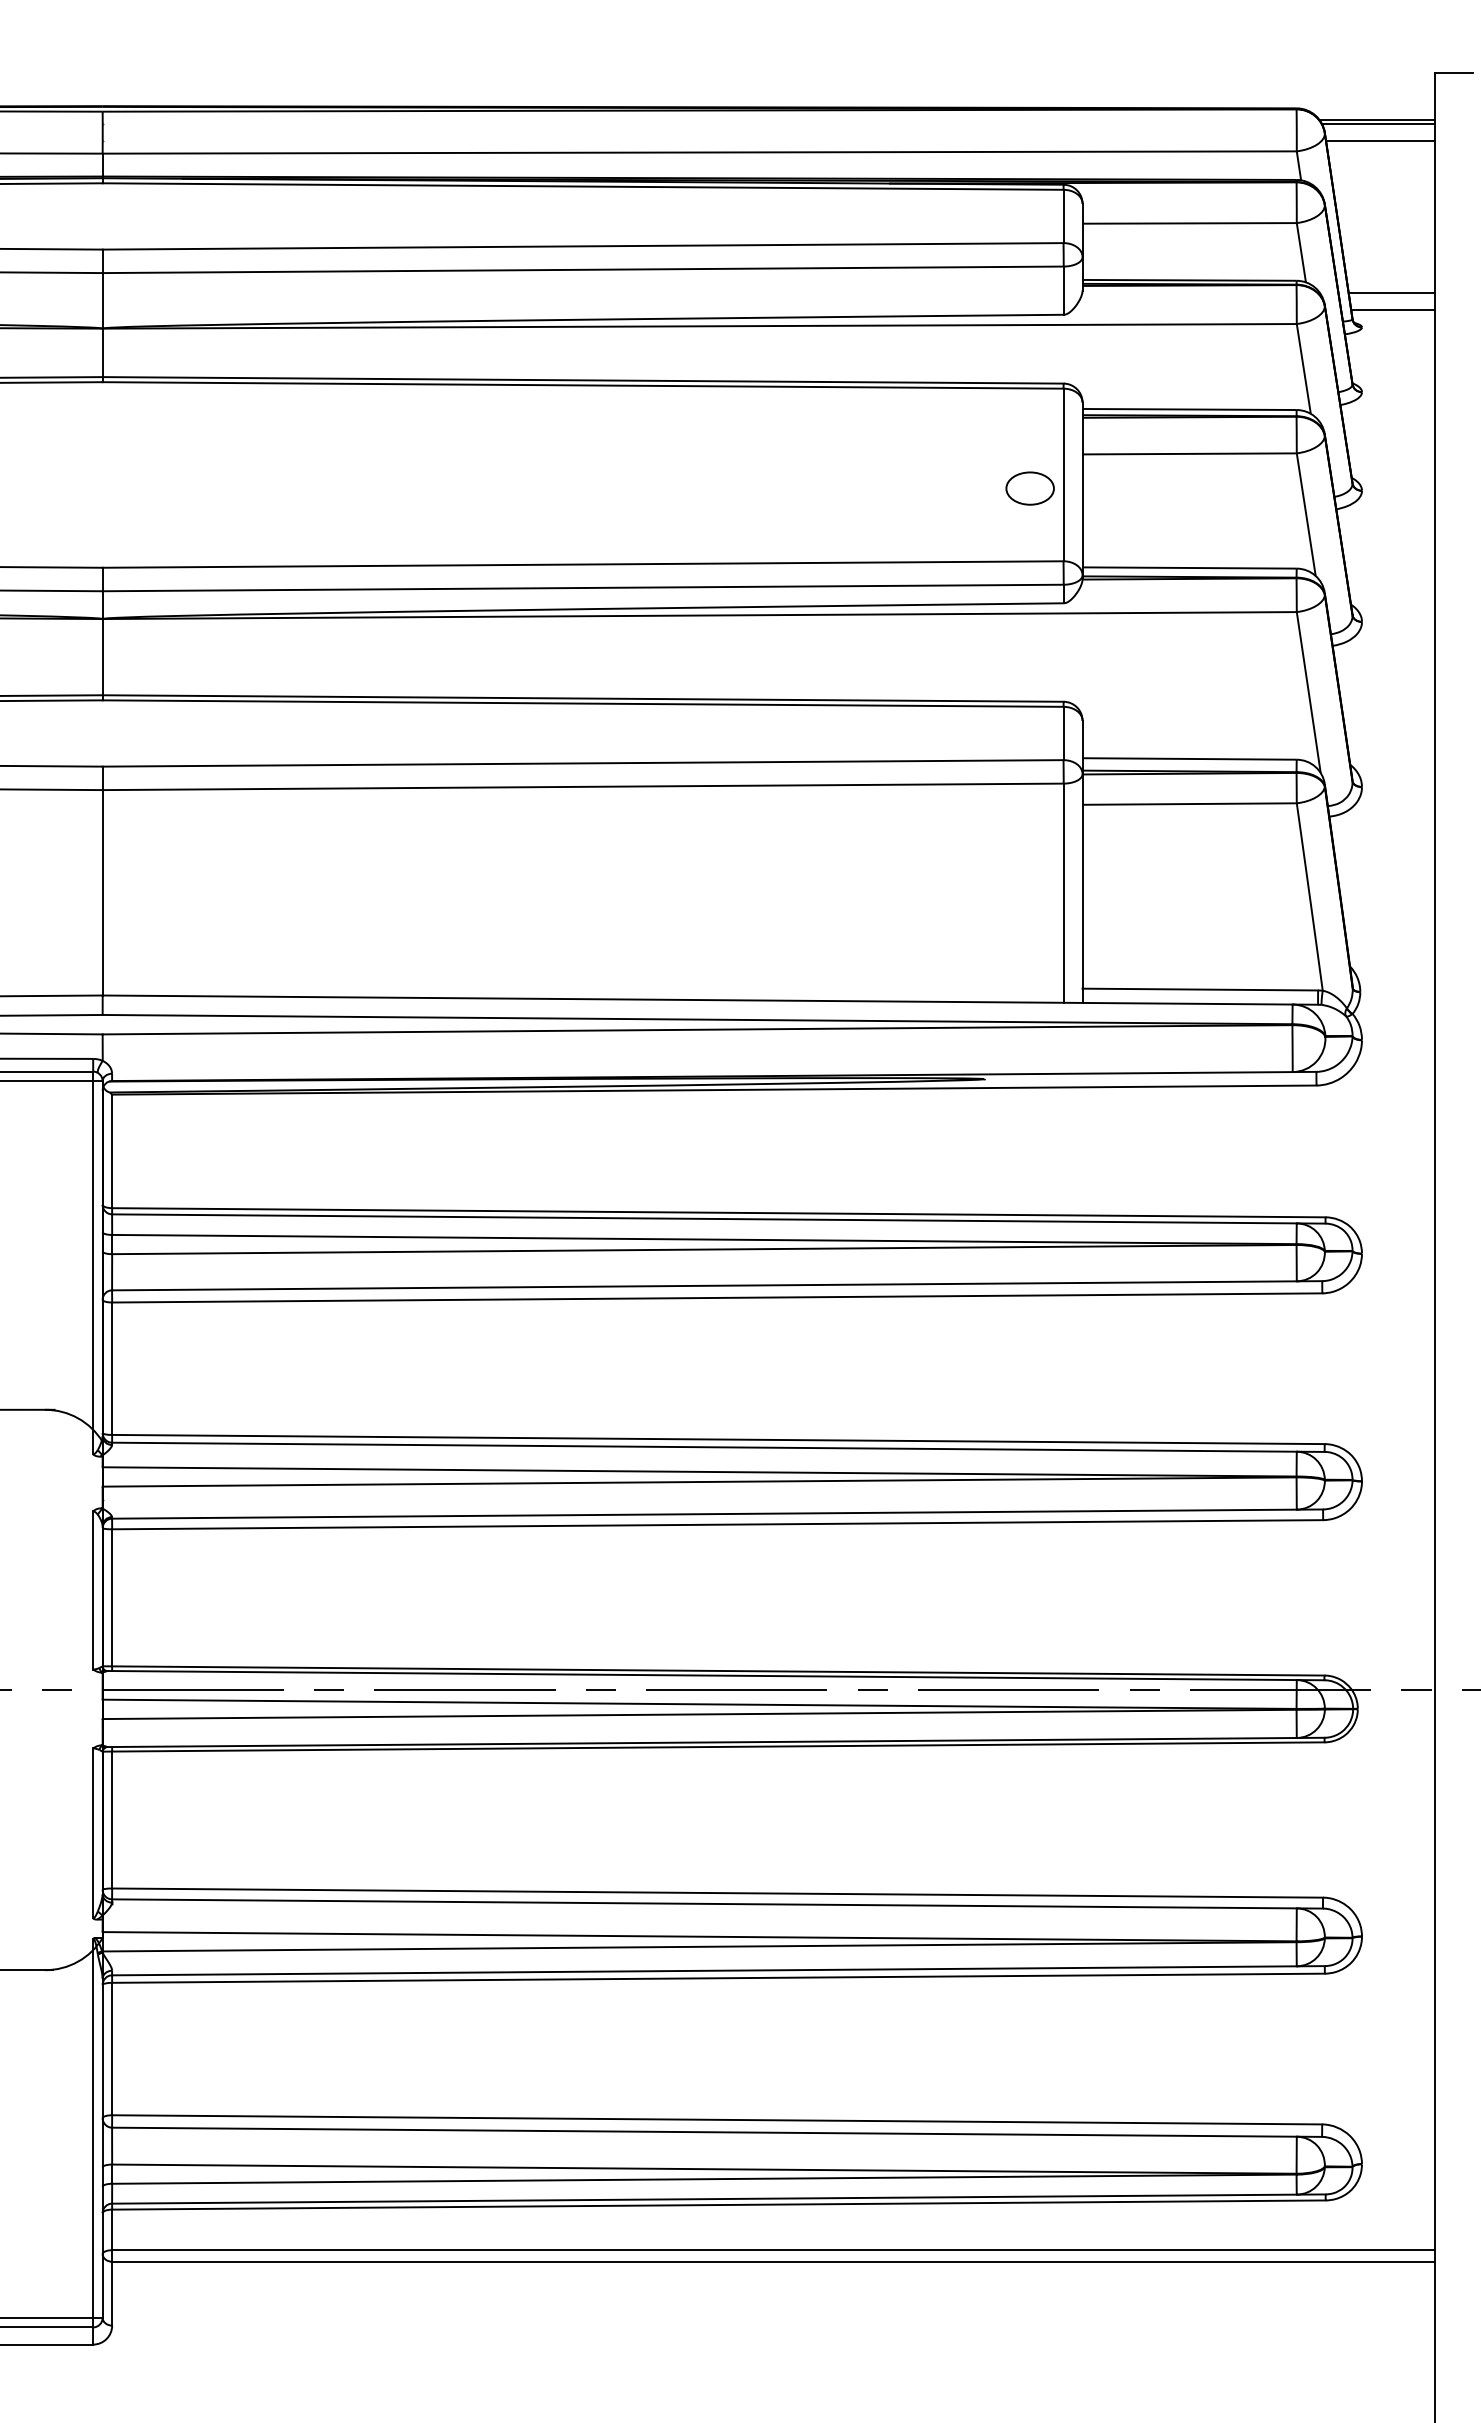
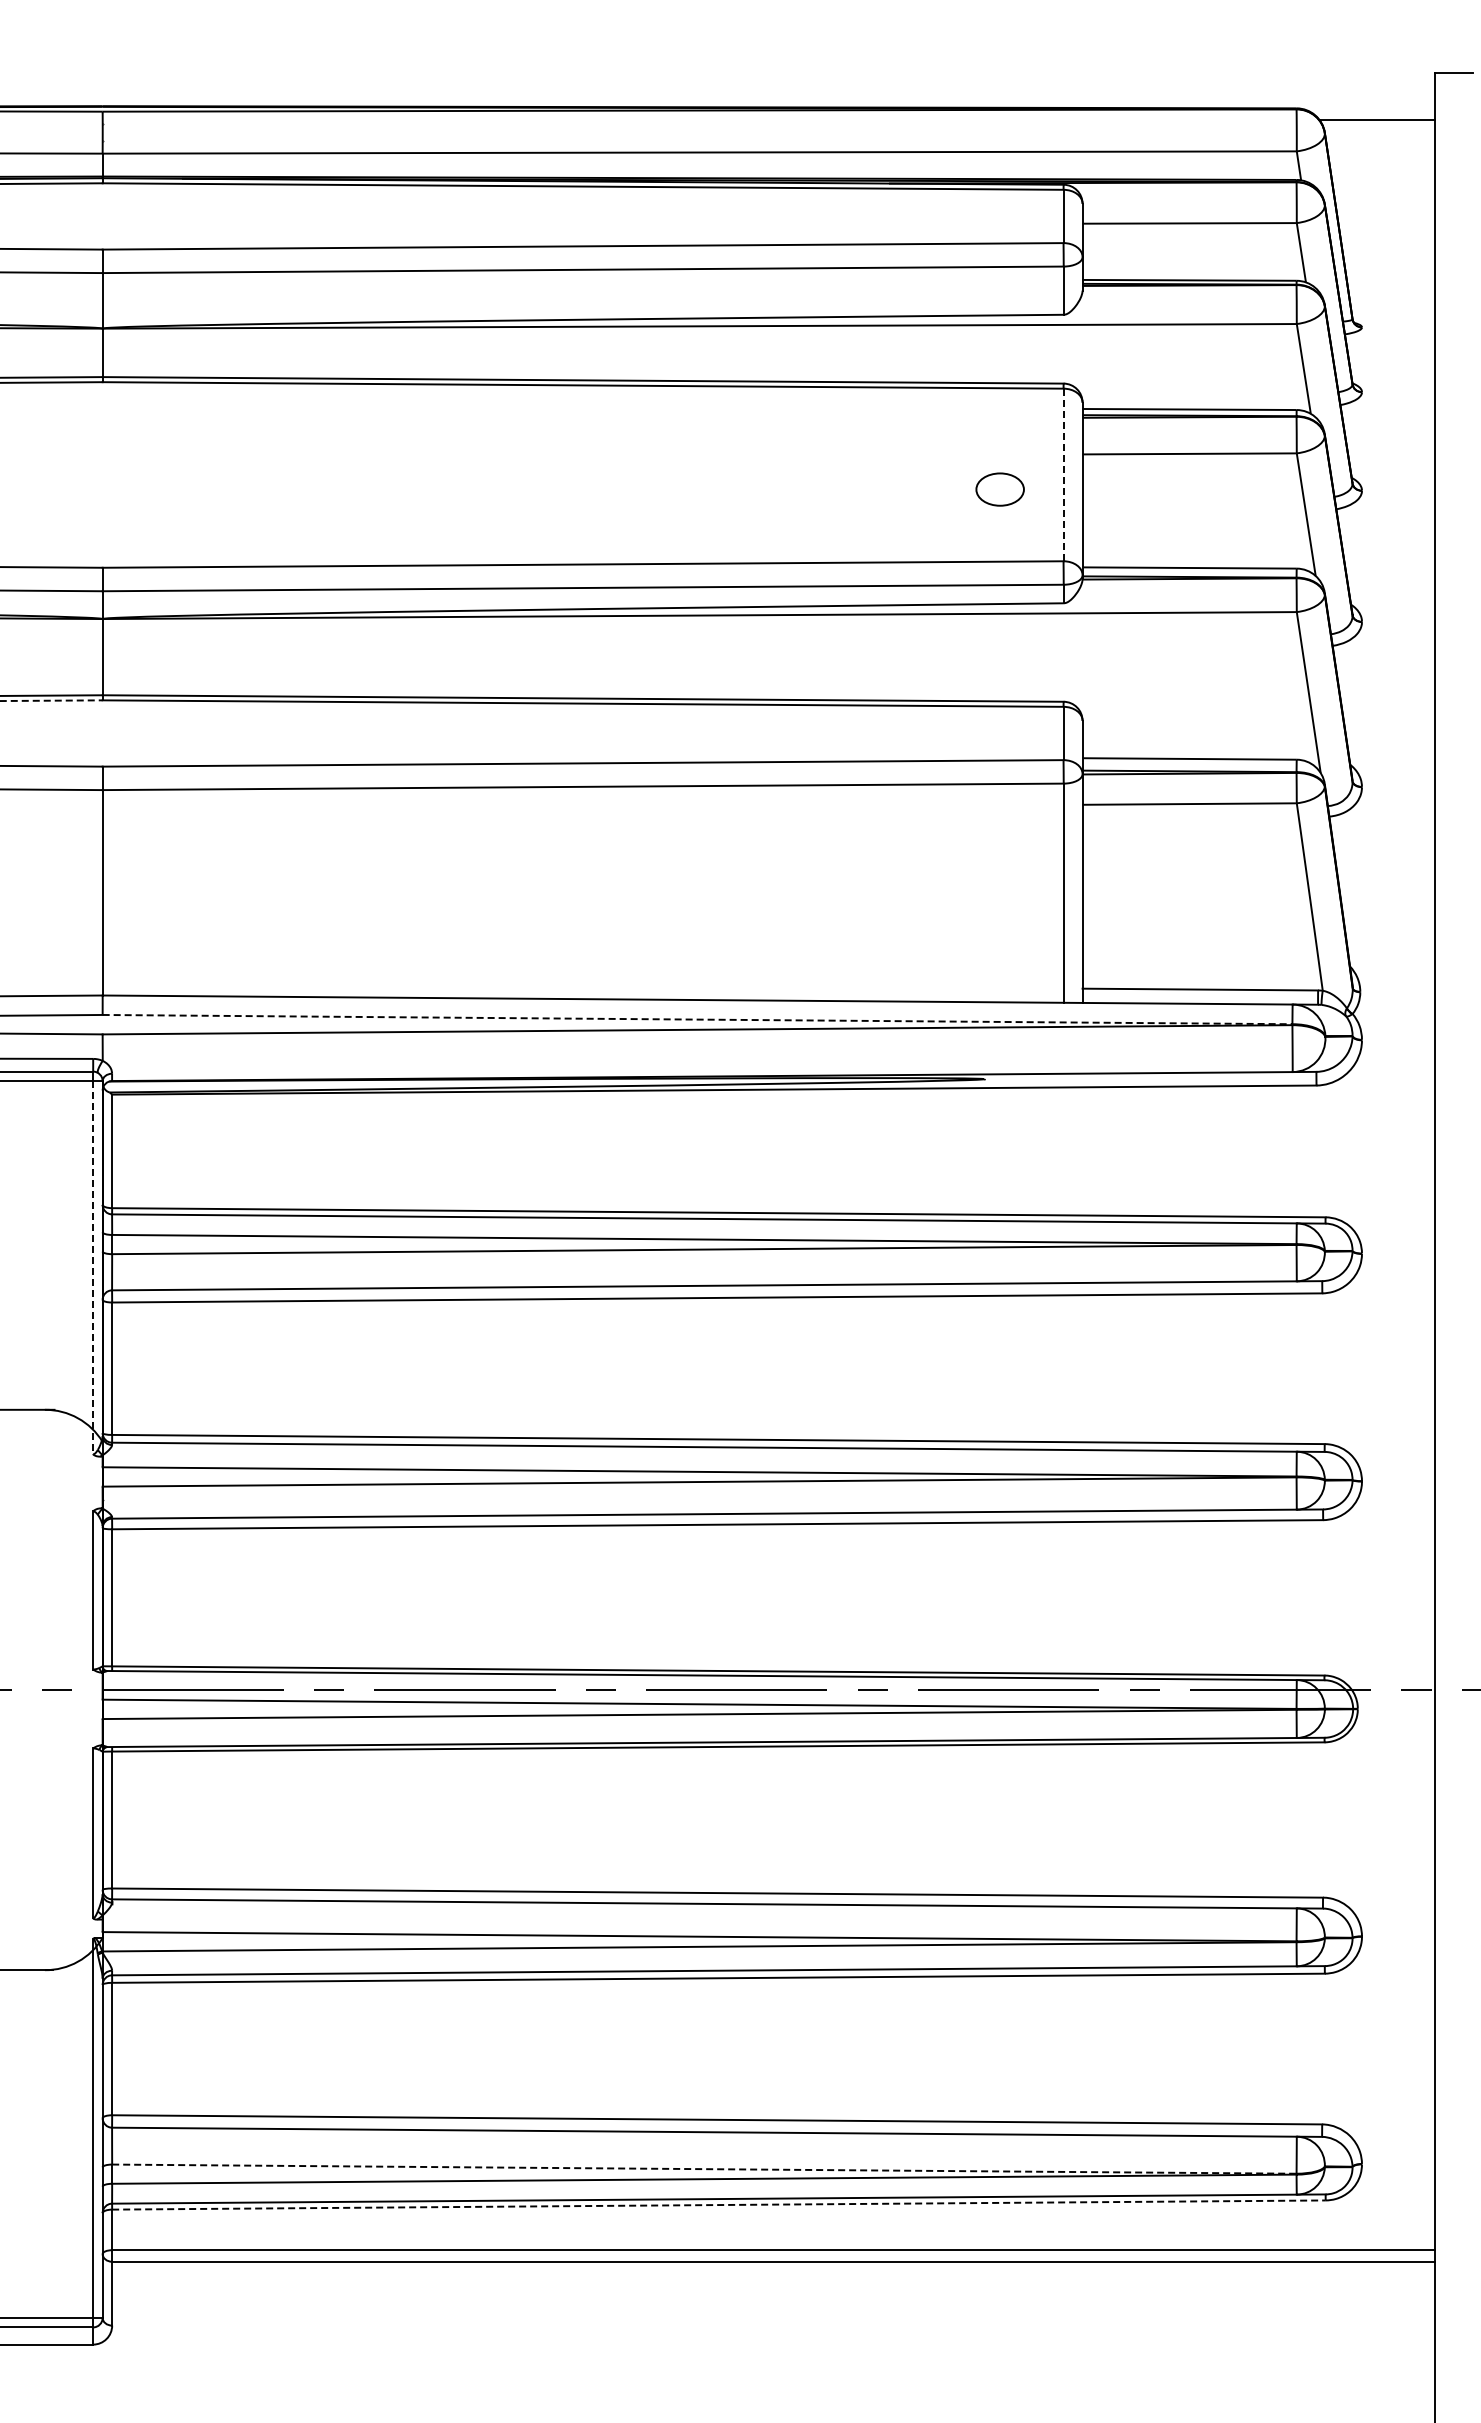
line at (1378, 123): present -> none
line at (1380, 140): present -> none
line at (1391, 293): present -> none
line at (1392, 310): present -> none
line at (1063, 475): solid -> dashed
part at (1029, 488) position: (1029, 488) -> (999, 489)
line at (51, 700): solid -> dashed
line at (697, 1019): solid -> dashed
line at (93, 1267): solid -> dashed
line at (704, 2169): solid -> dashed
line at (718, 2205): solid -> dashed
